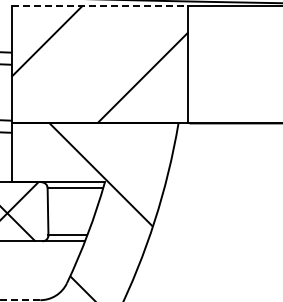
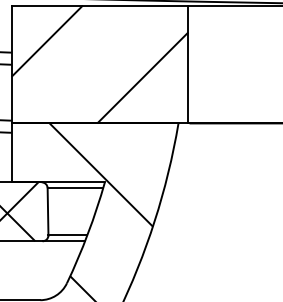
line at (100, 5): dashed -> solid
line at (20, 300): dashed -> solid
